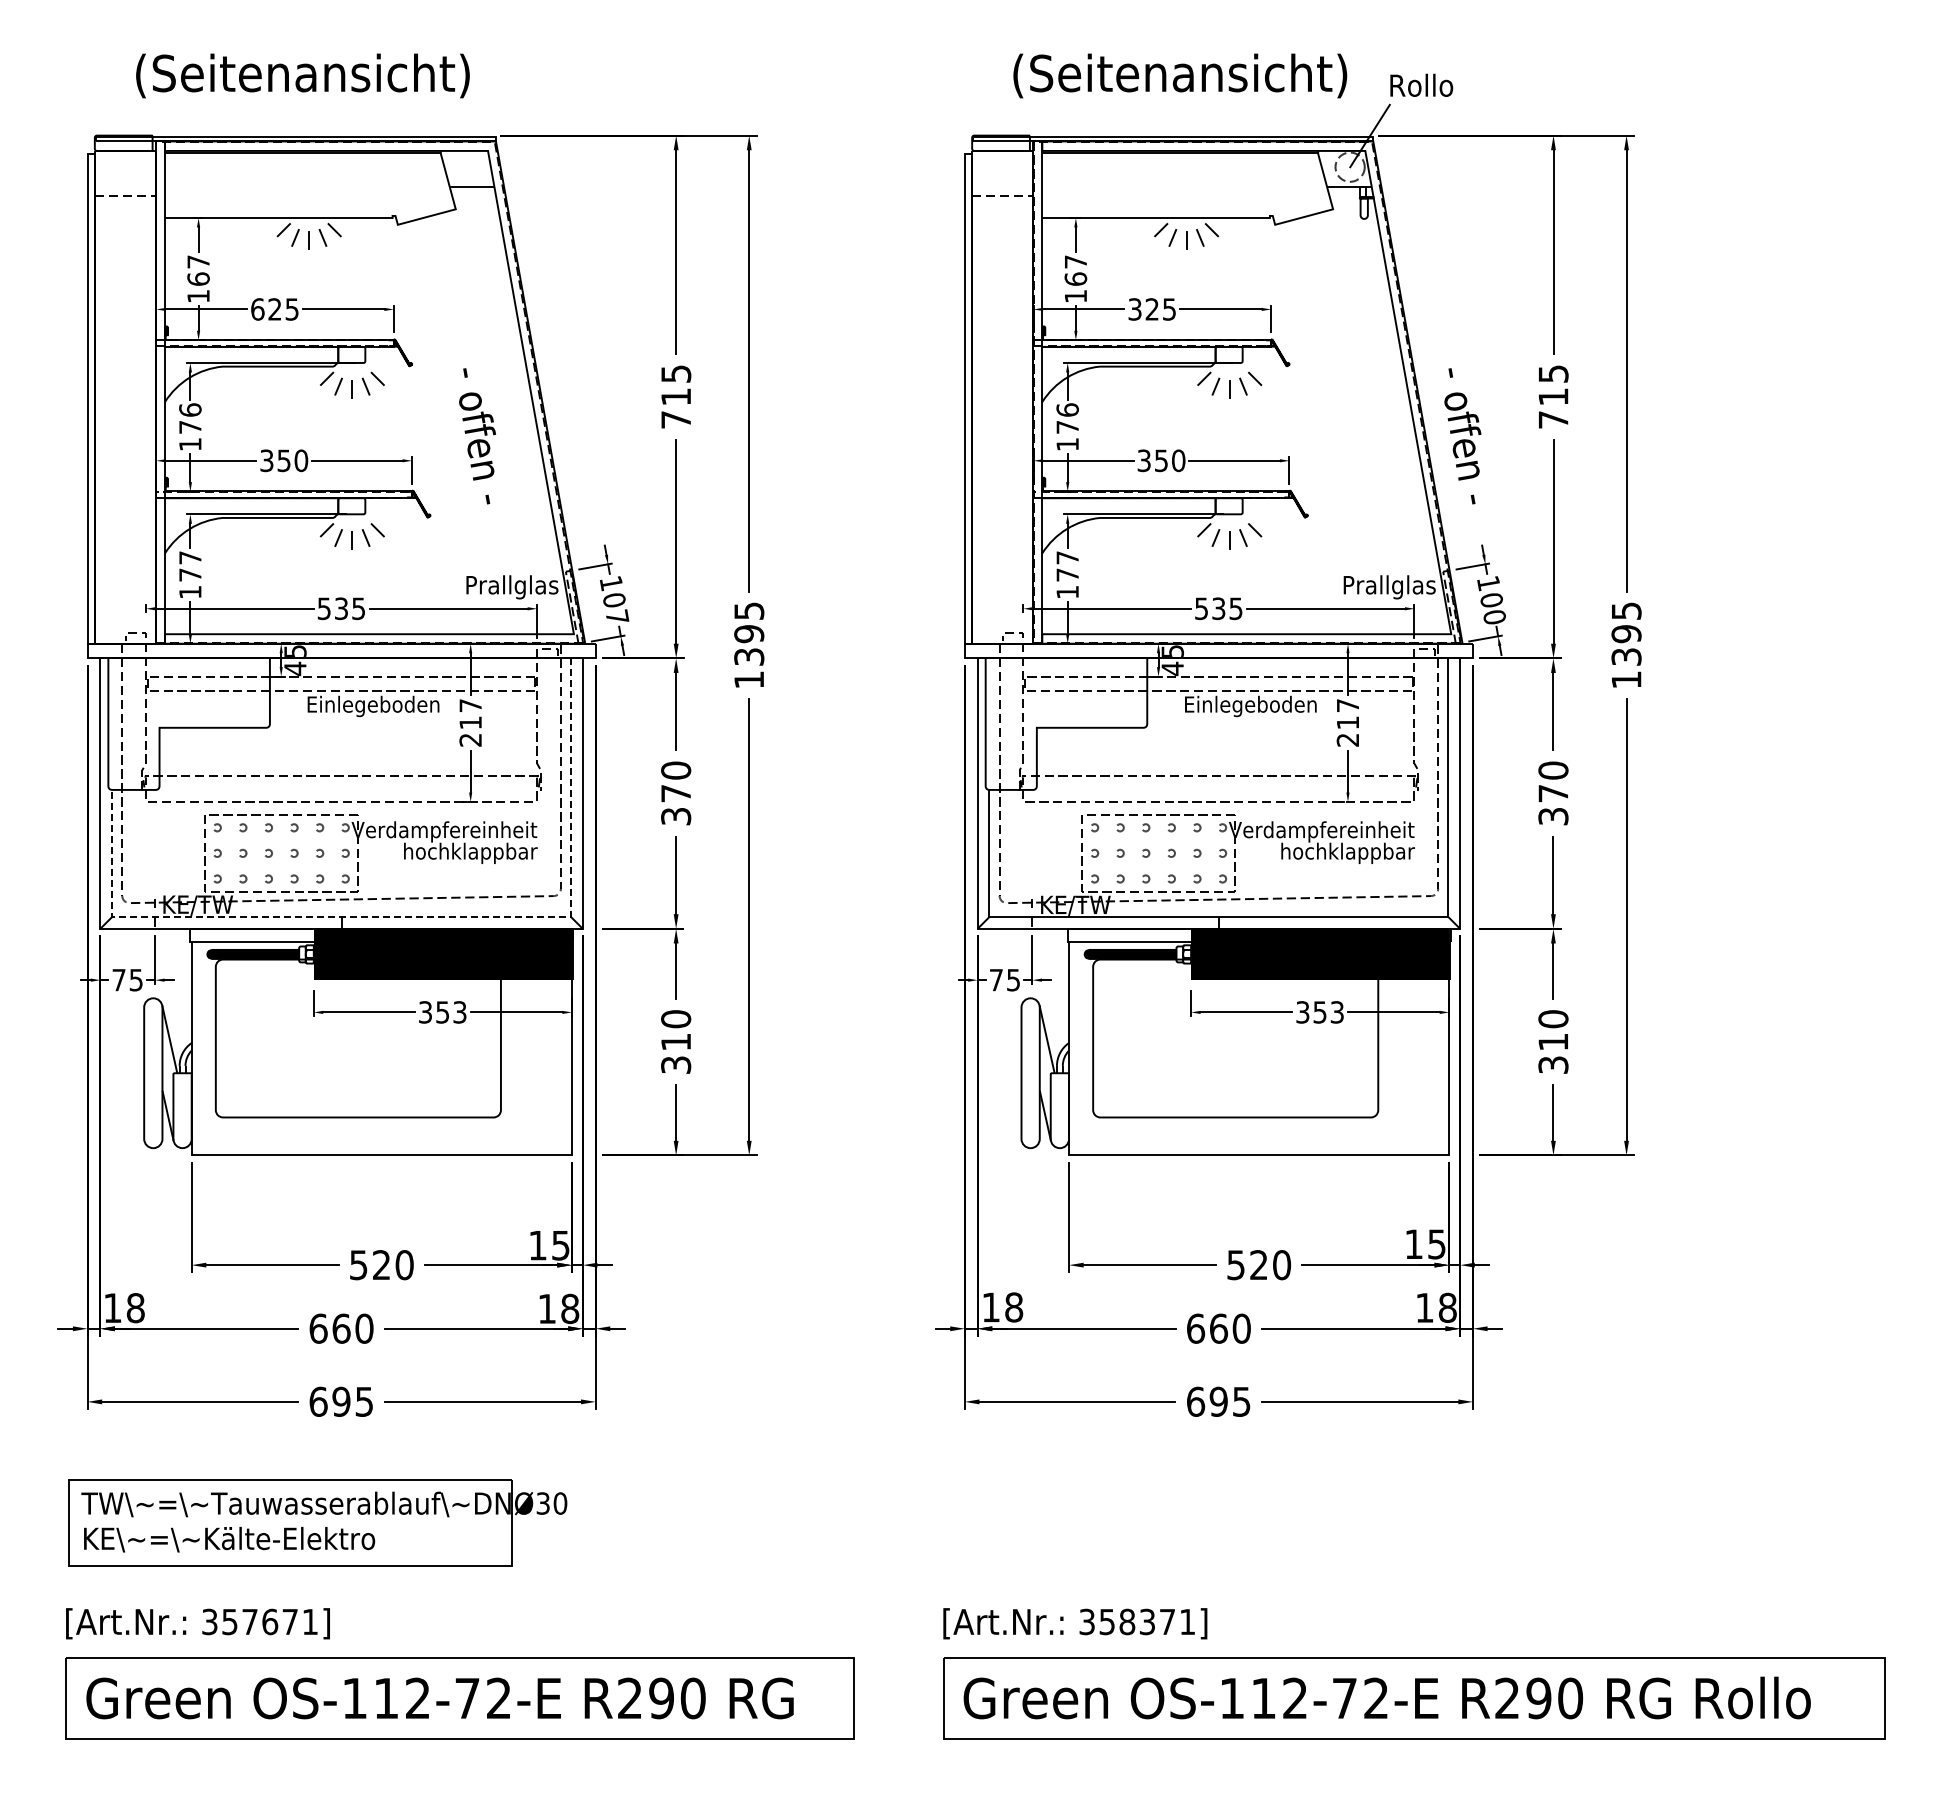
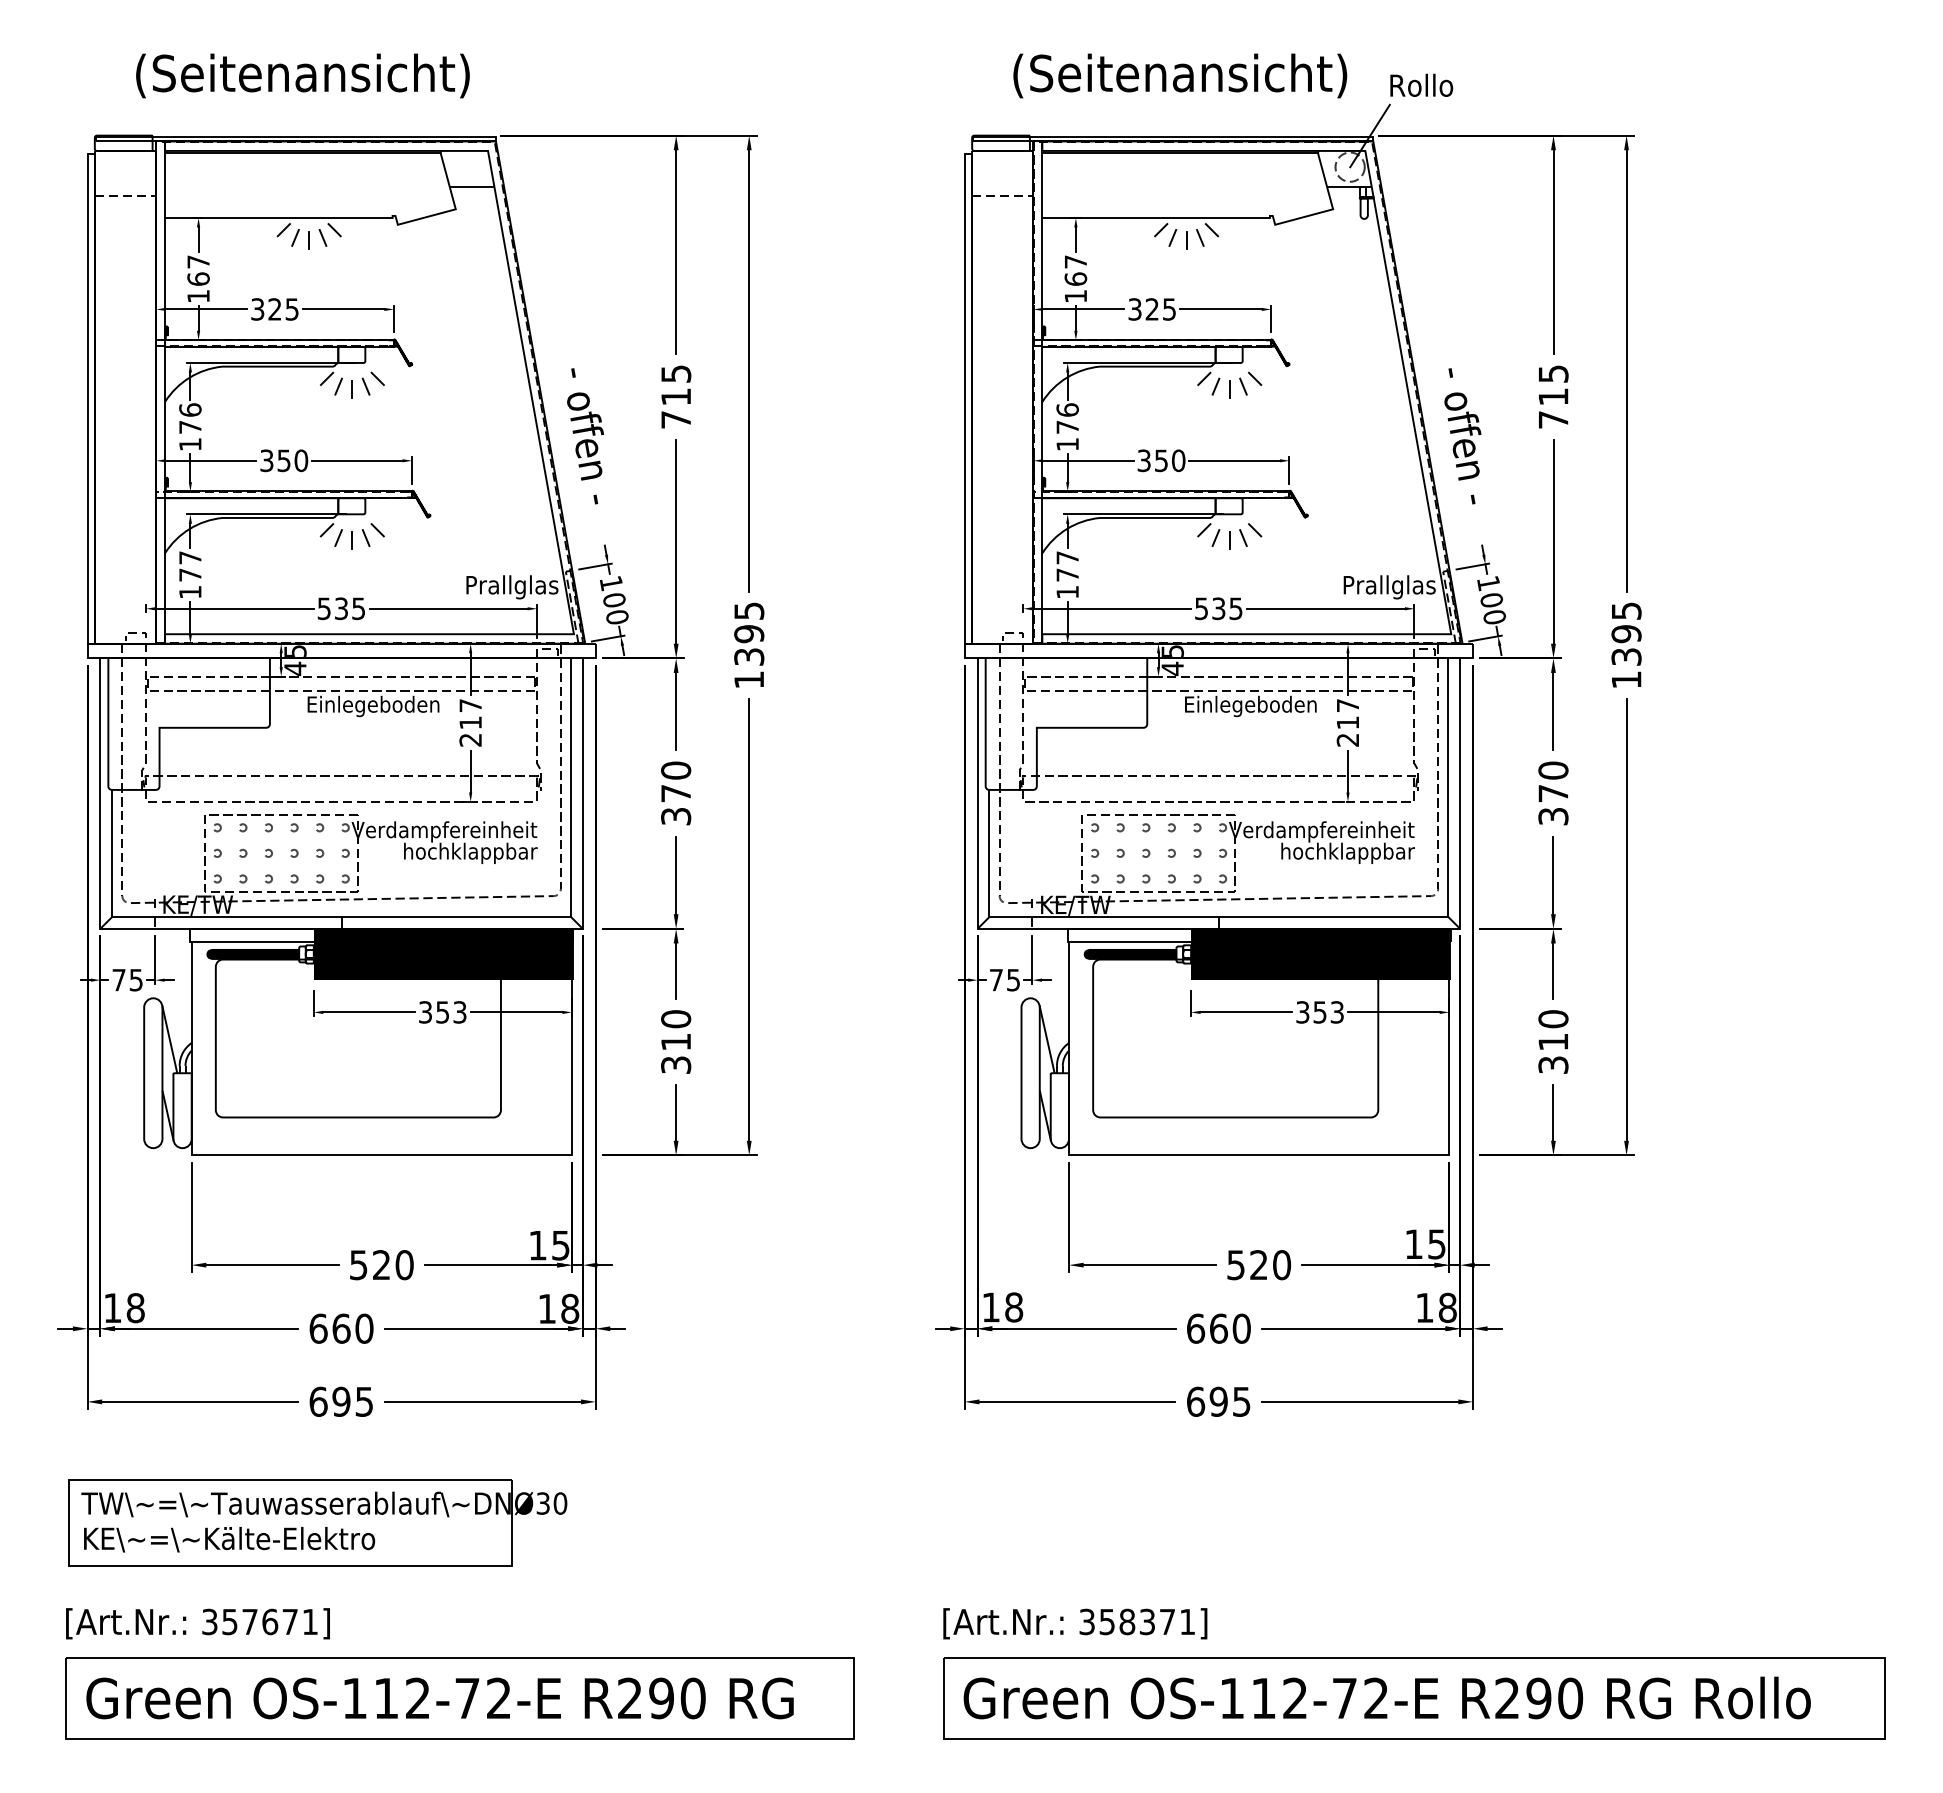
text at (257, 309): 625 -> 325
text at (477, 436) position: (477, 436) -> (585, 436)
text at (617, 616): 107 -> 100
line at (406, 917): dashed -> solid
